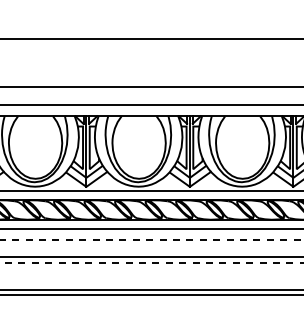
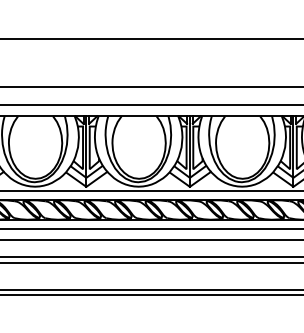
line at (152, 239): dashed -> solid
line at (152, 262): dashed -> solid
